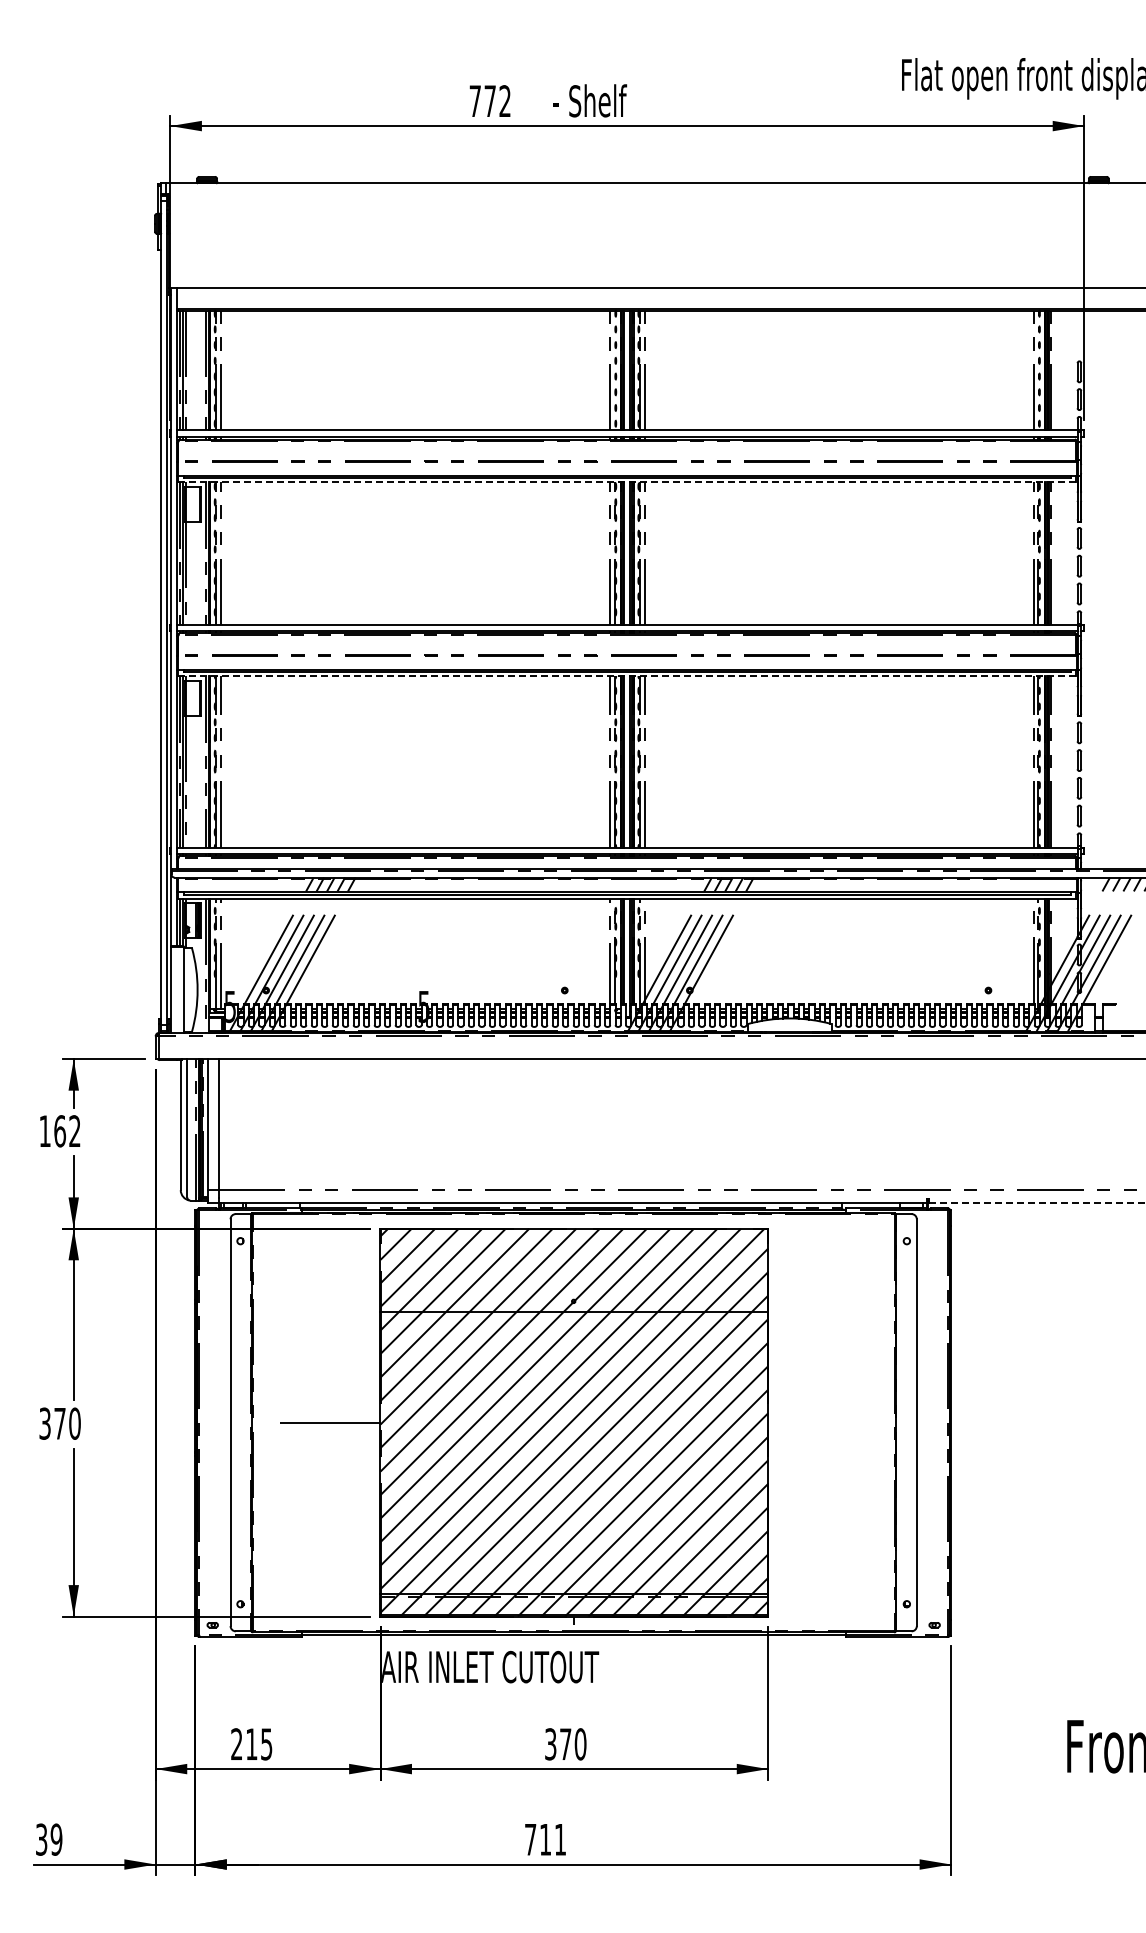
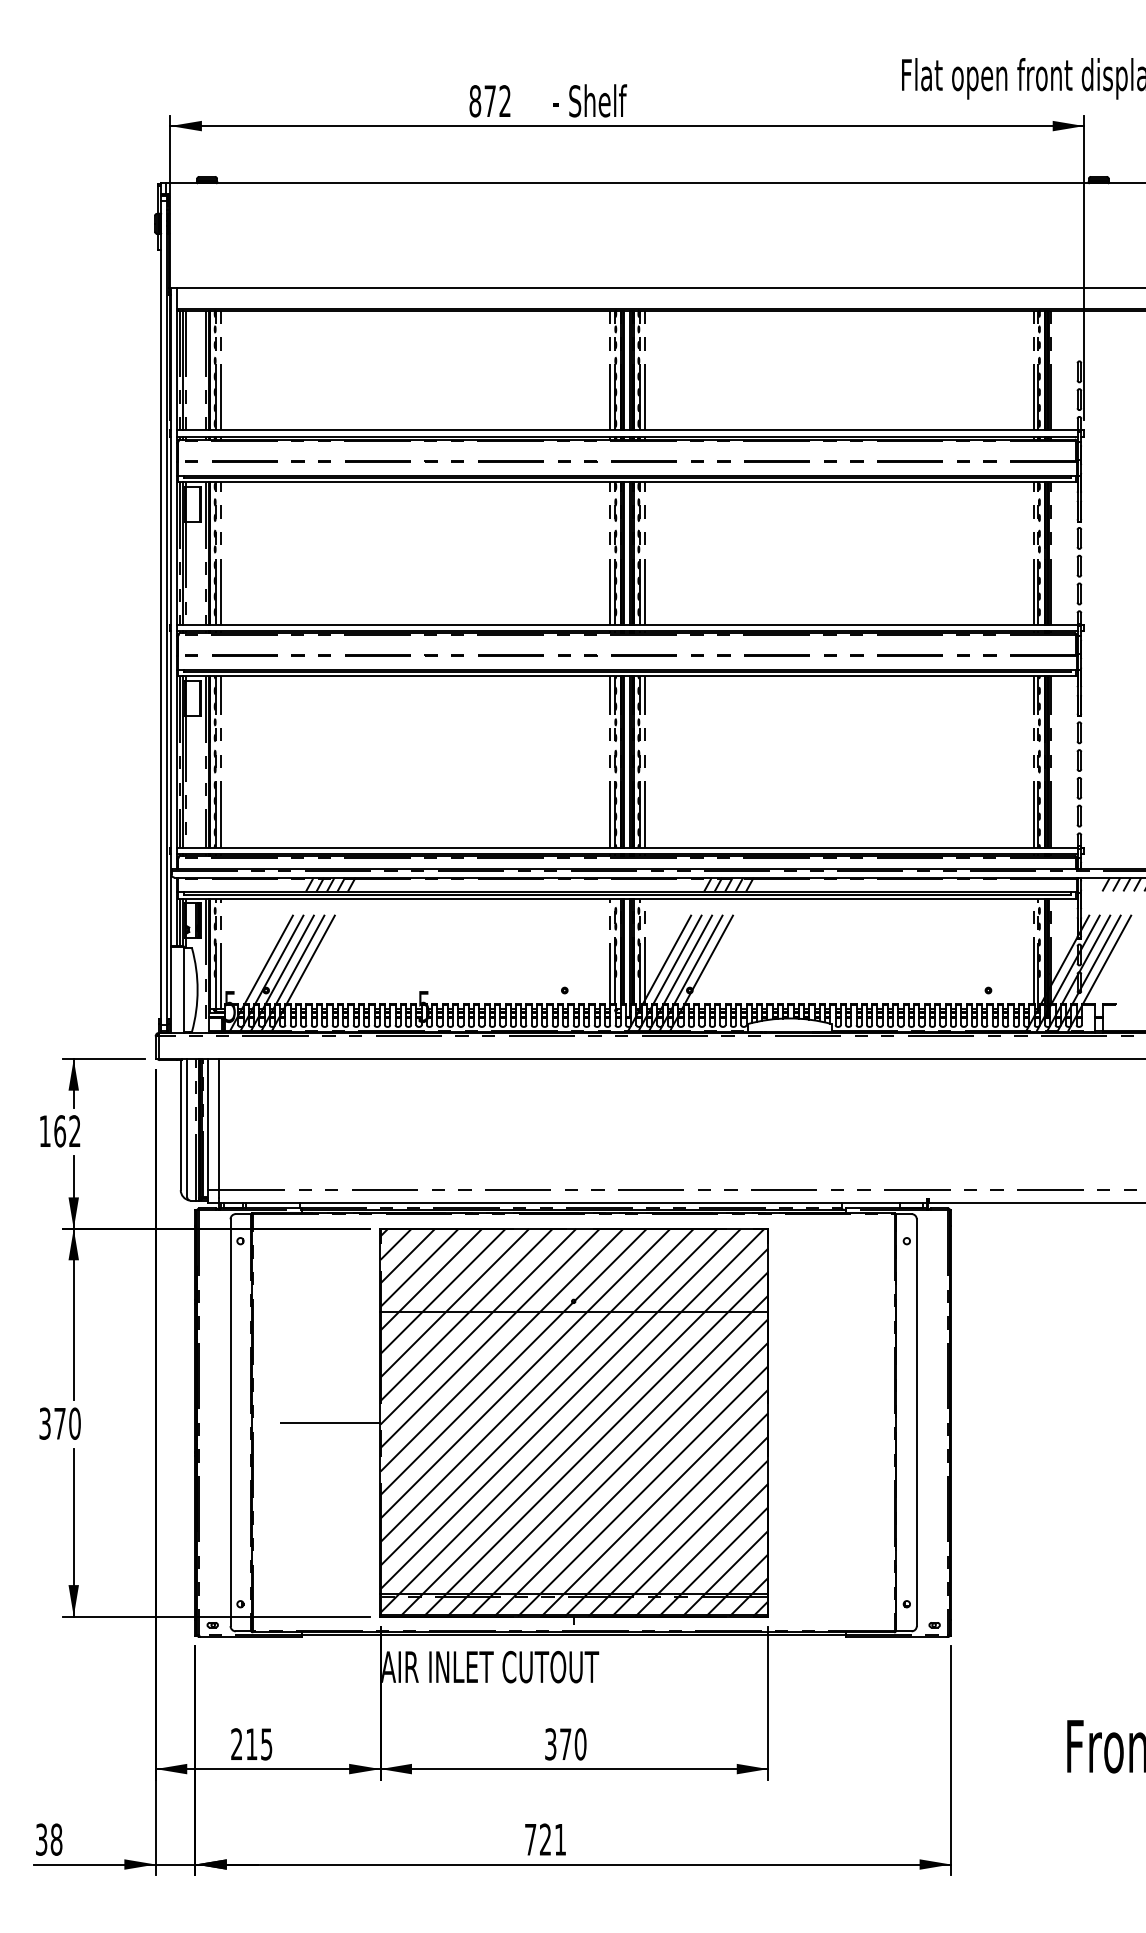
text at (475, 101): 772 -> 872
line at (614, 370): none -> present
line at (1038, 370): none -> present
line at (626, 482): dashed -> solid
line at (626, 676): dashed -> solid
line at (1037, 1202): dashed -> solid
text at (56, 1839): 39 -> 38
text at (545, 1839): 711 -> 721
